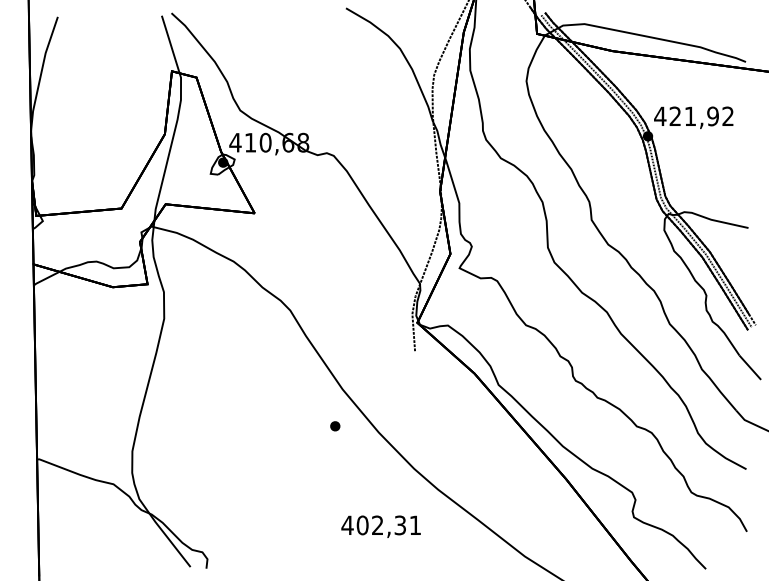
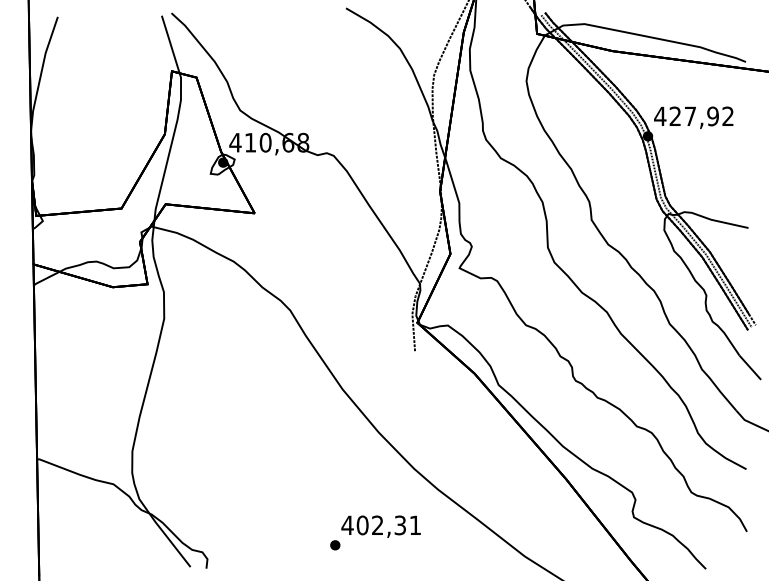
text at (690, 115): 421,92 -> 427,92
part at (335, 426) position: (335, 426) -> (335, 545)
